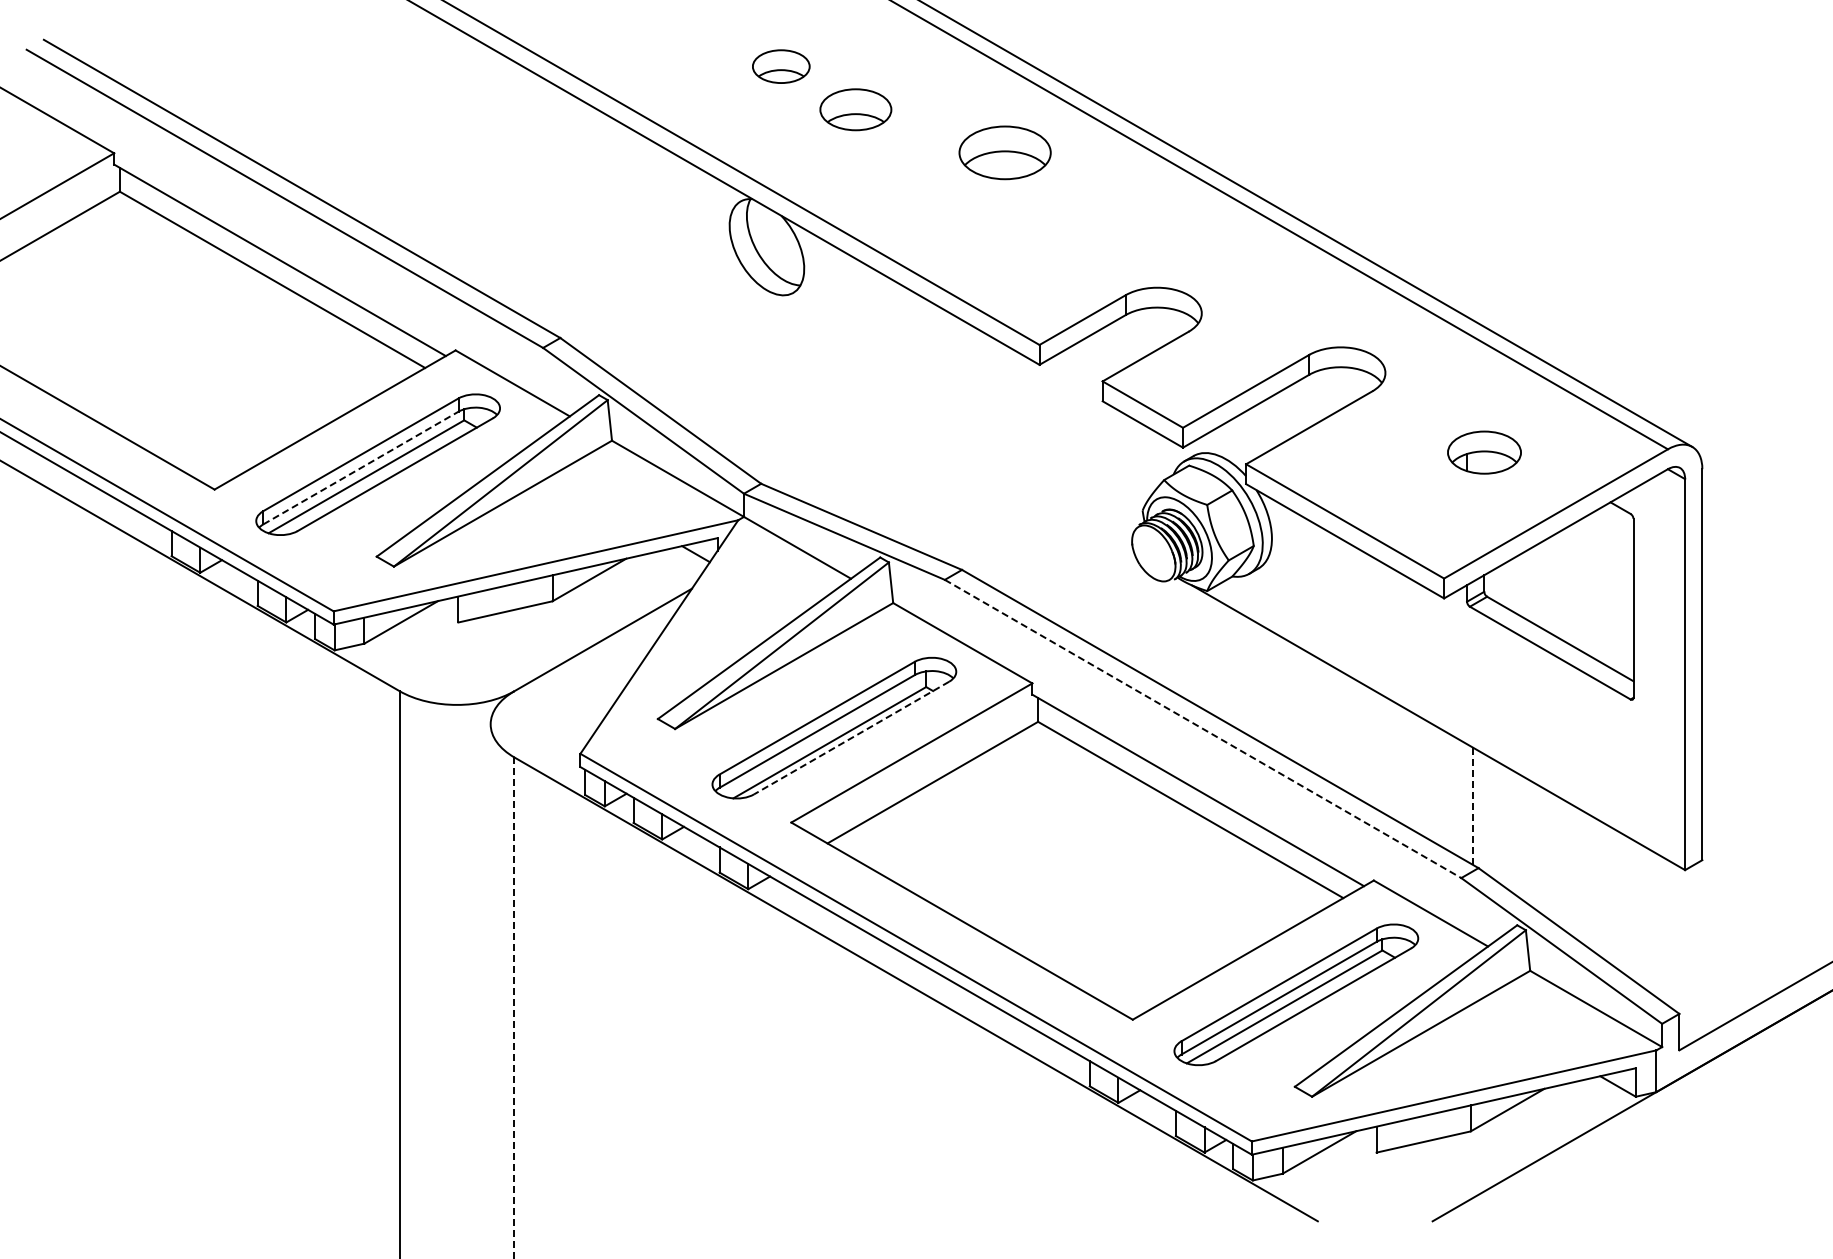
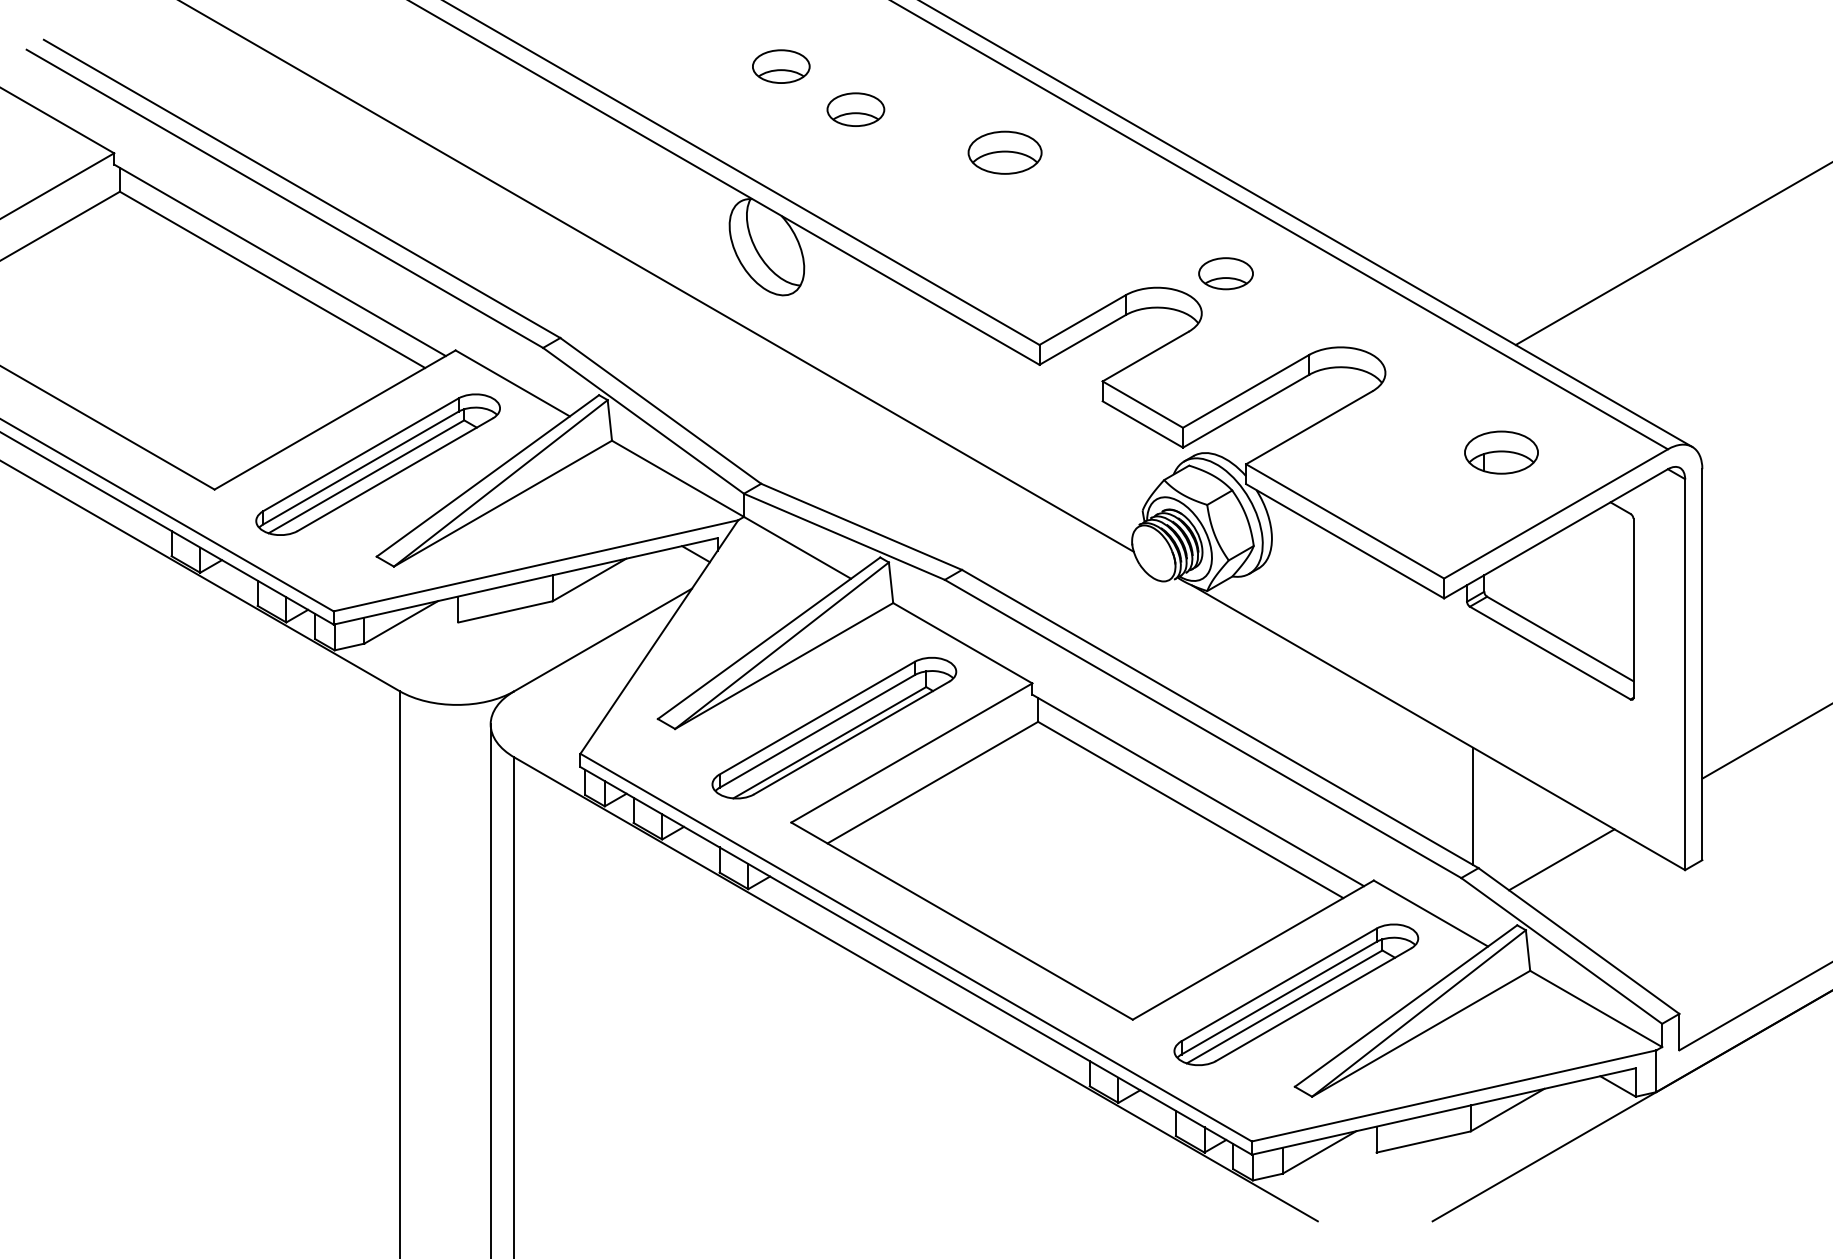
part at (855, 109) size: 74x44 px -> 60x35 px
part at (1004, 152) size: 94x56 px -> 76x45 px
line at (1672, 254): none -> present
part at (1225, 273): none -> present
line at (657, 276): none -> present
part at (1484, 452) position: (1484, 452) -> (1501, 452)
line at (360, 468): dashed -> solid
line at (1203, 729): dashed -> solid
line at (851, 738): dashed -> solid
line at (1765, 741): none -> present
line at (1472, 806): dashed -> solid
line at (1561, 859): none -> present
line at (490, 989): none -> present
line at (514, 1008): dashed -> solid
